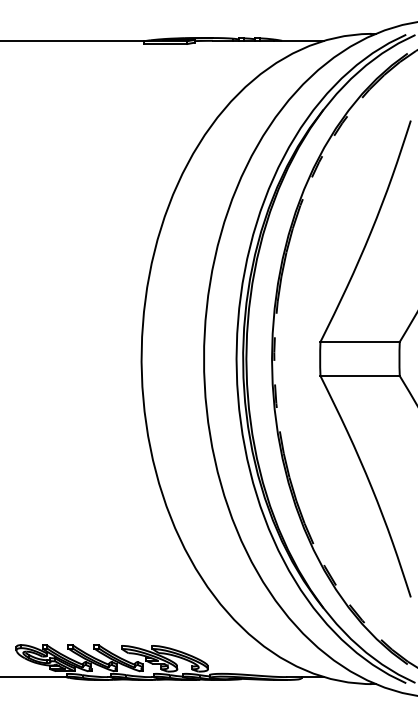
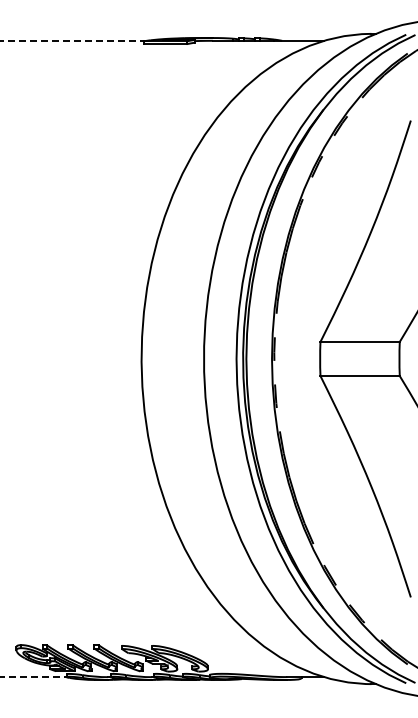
line at (73, 40): solid -> dashed
line at (33, 677): solid -> dashed
